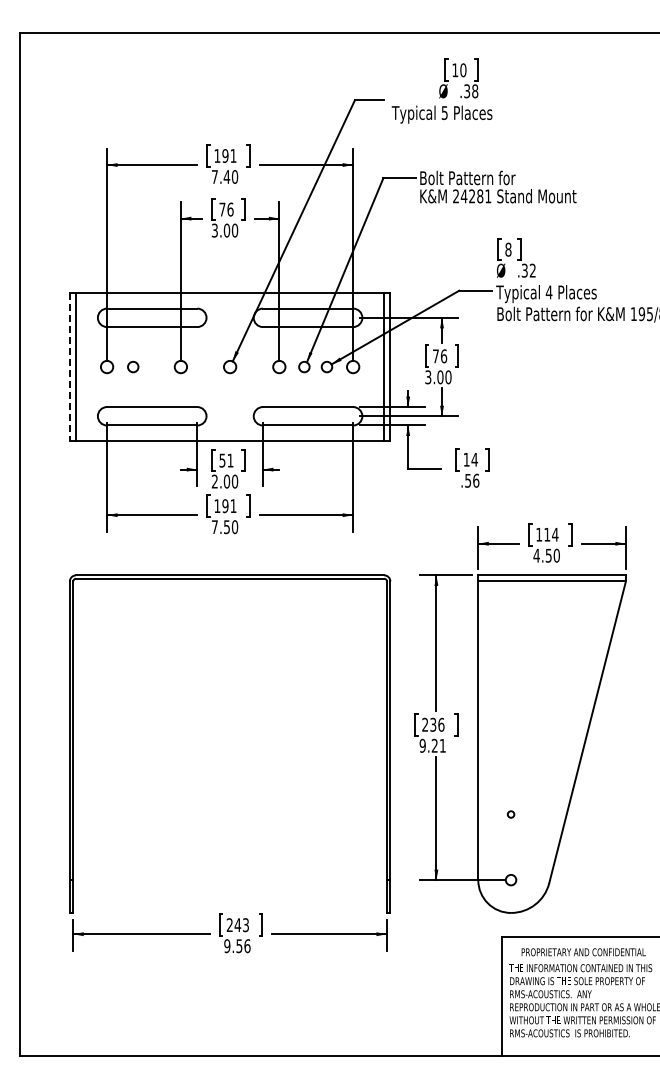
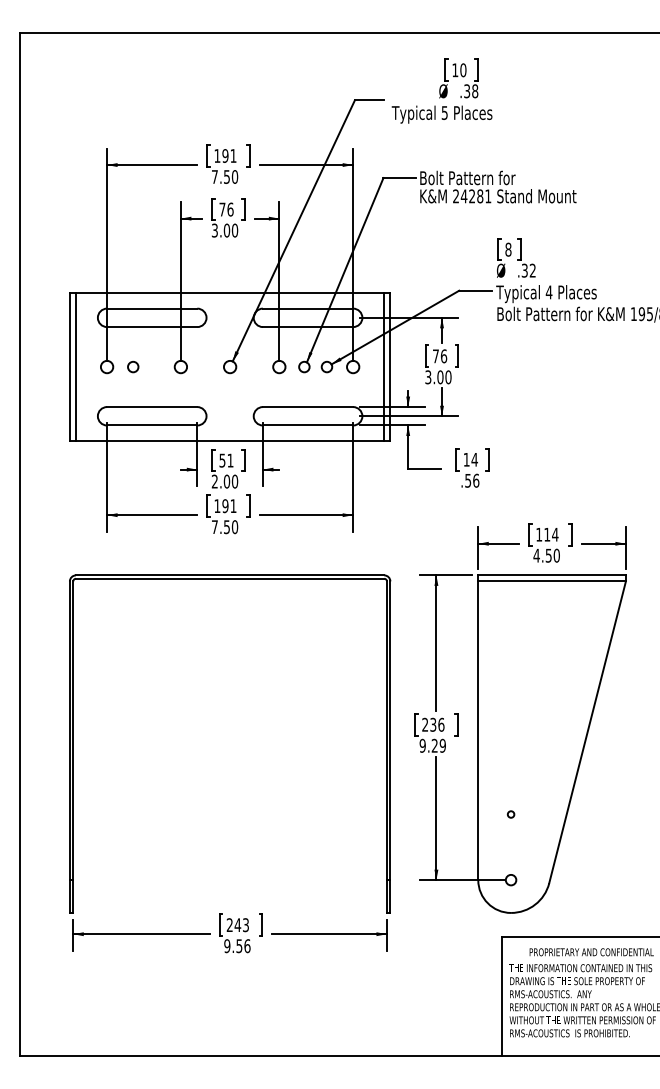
text at (226, 176): 7.40 -> 7.50
line at (69, 367): dashed -> solid
text at (442, 745): 9.21 -> 9.29
text at (583, 952) position: (583, 952) -> (591, 952)
